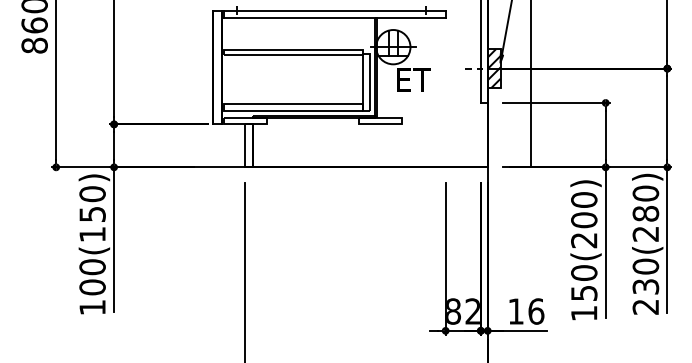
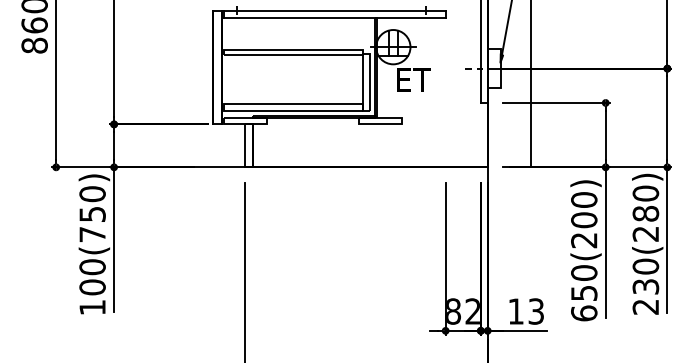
hatch at (493, 68): present -> none
text at (92, 234): 100(150) -> 100(750)
text at (536, 311): 16 -> 13
text at (584, 313): 150(200) -> 650(200)
